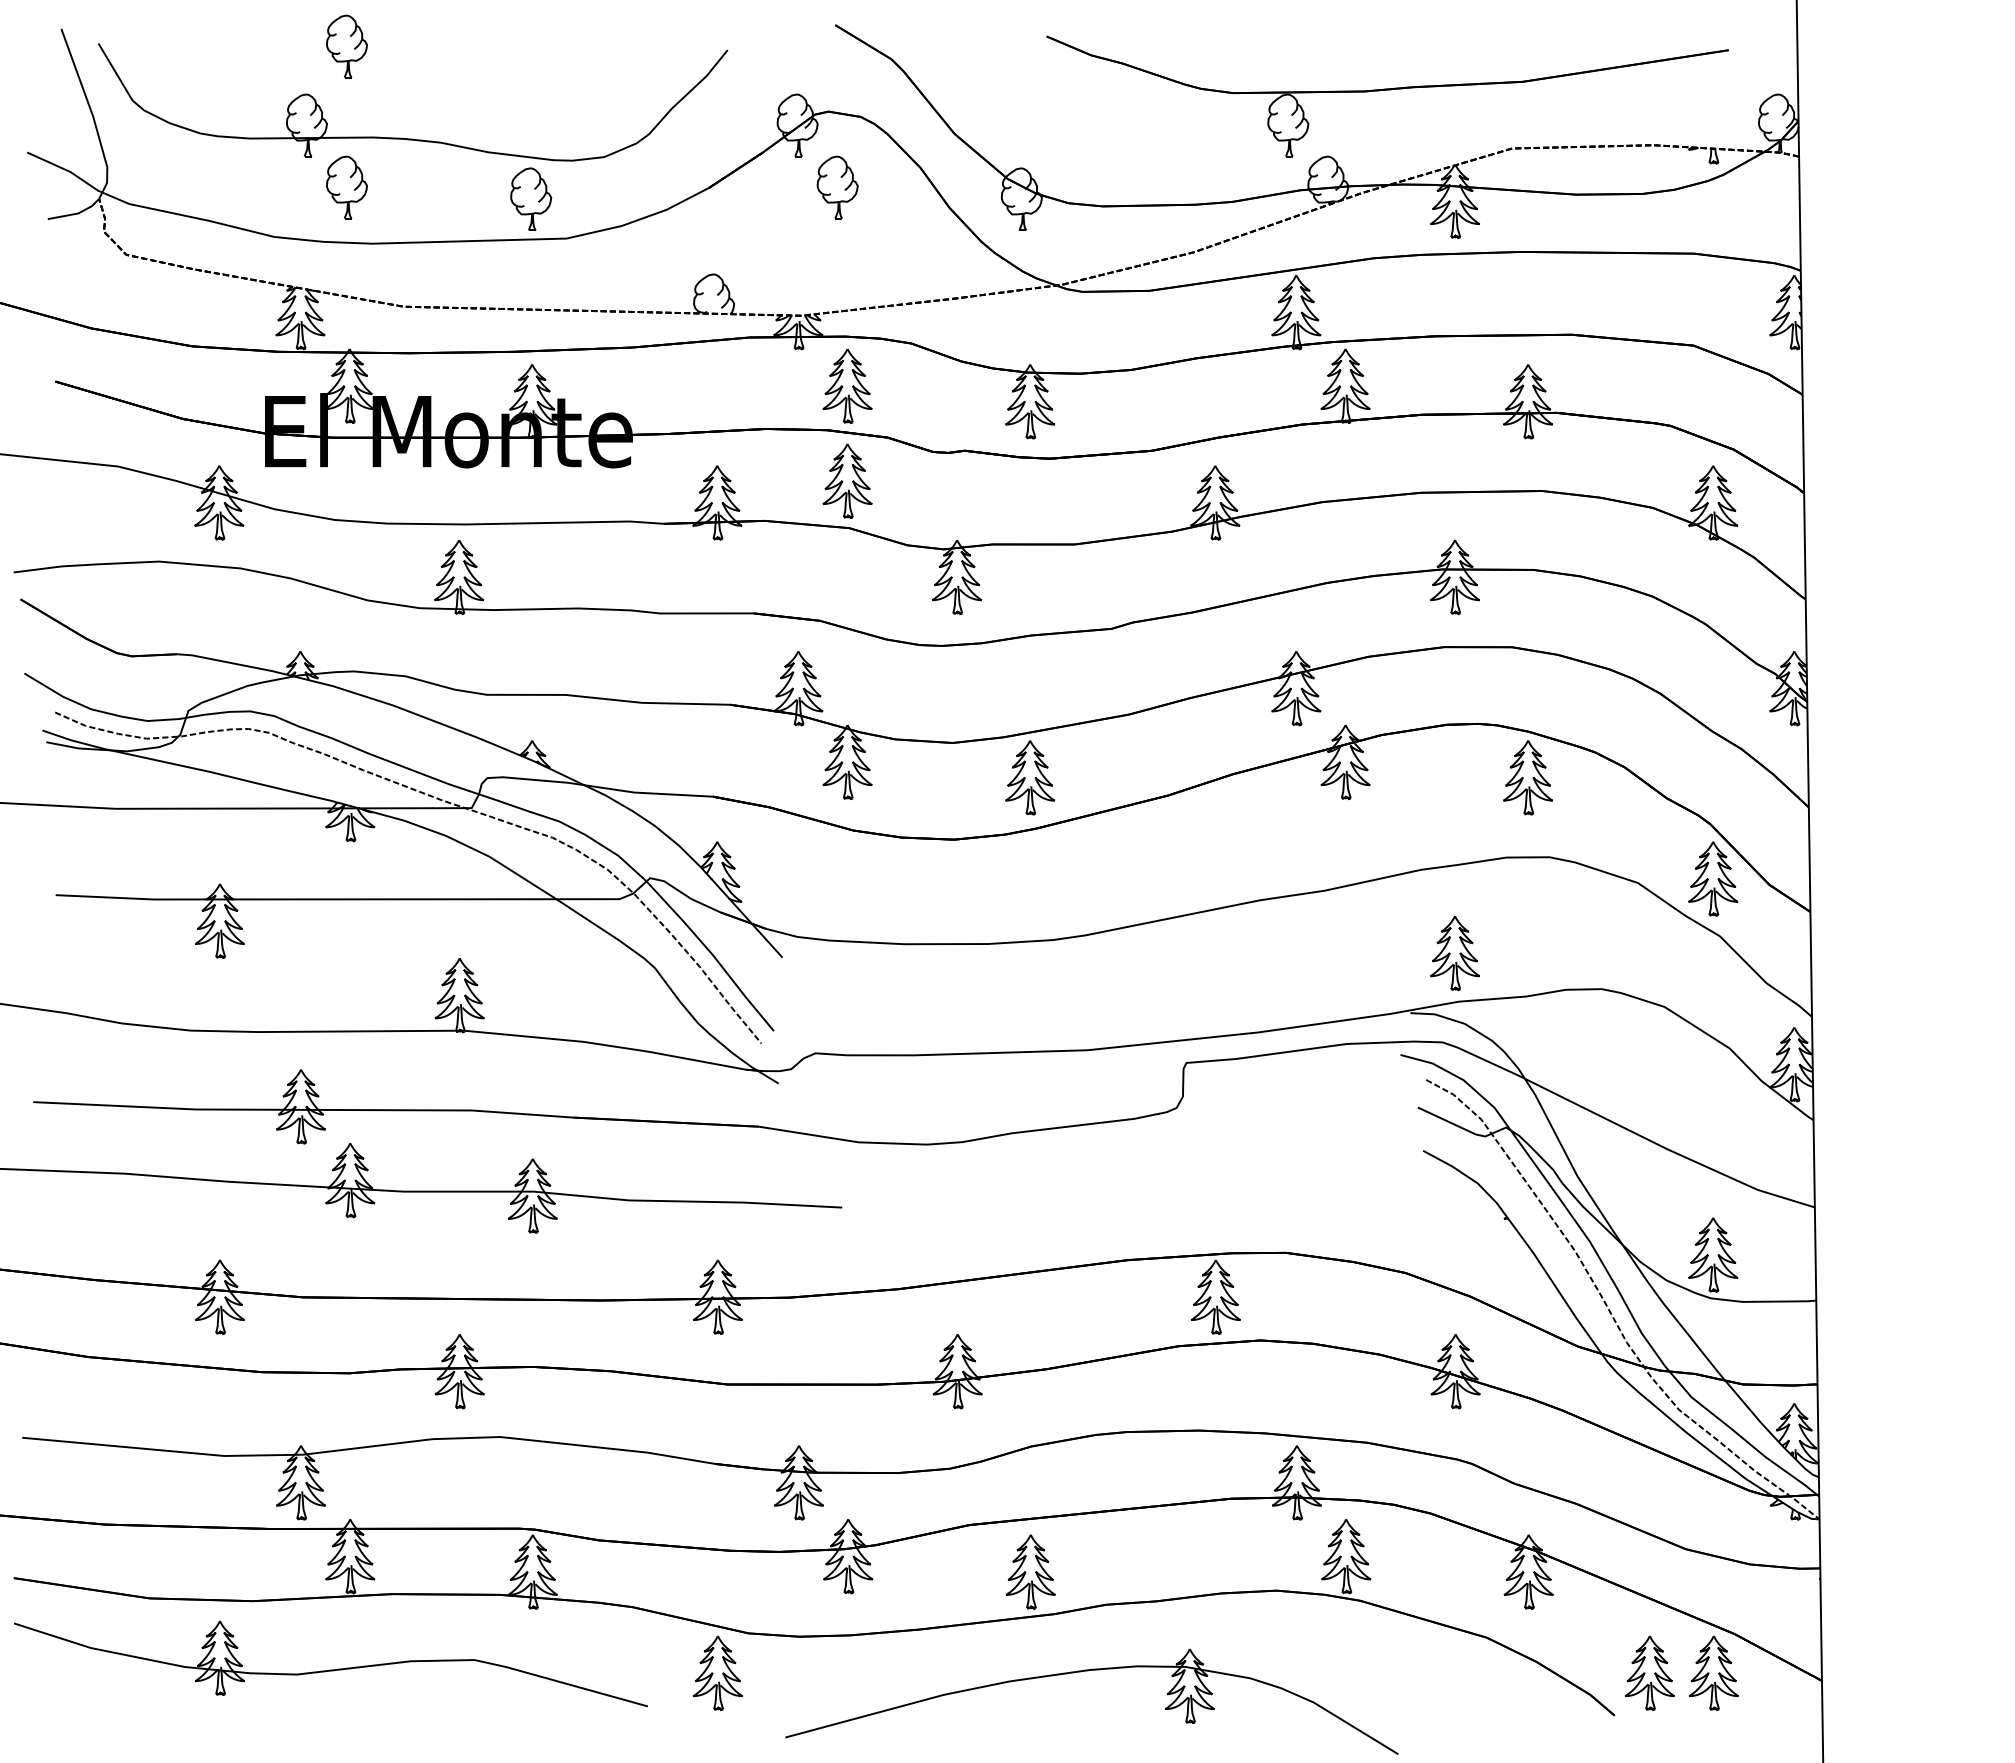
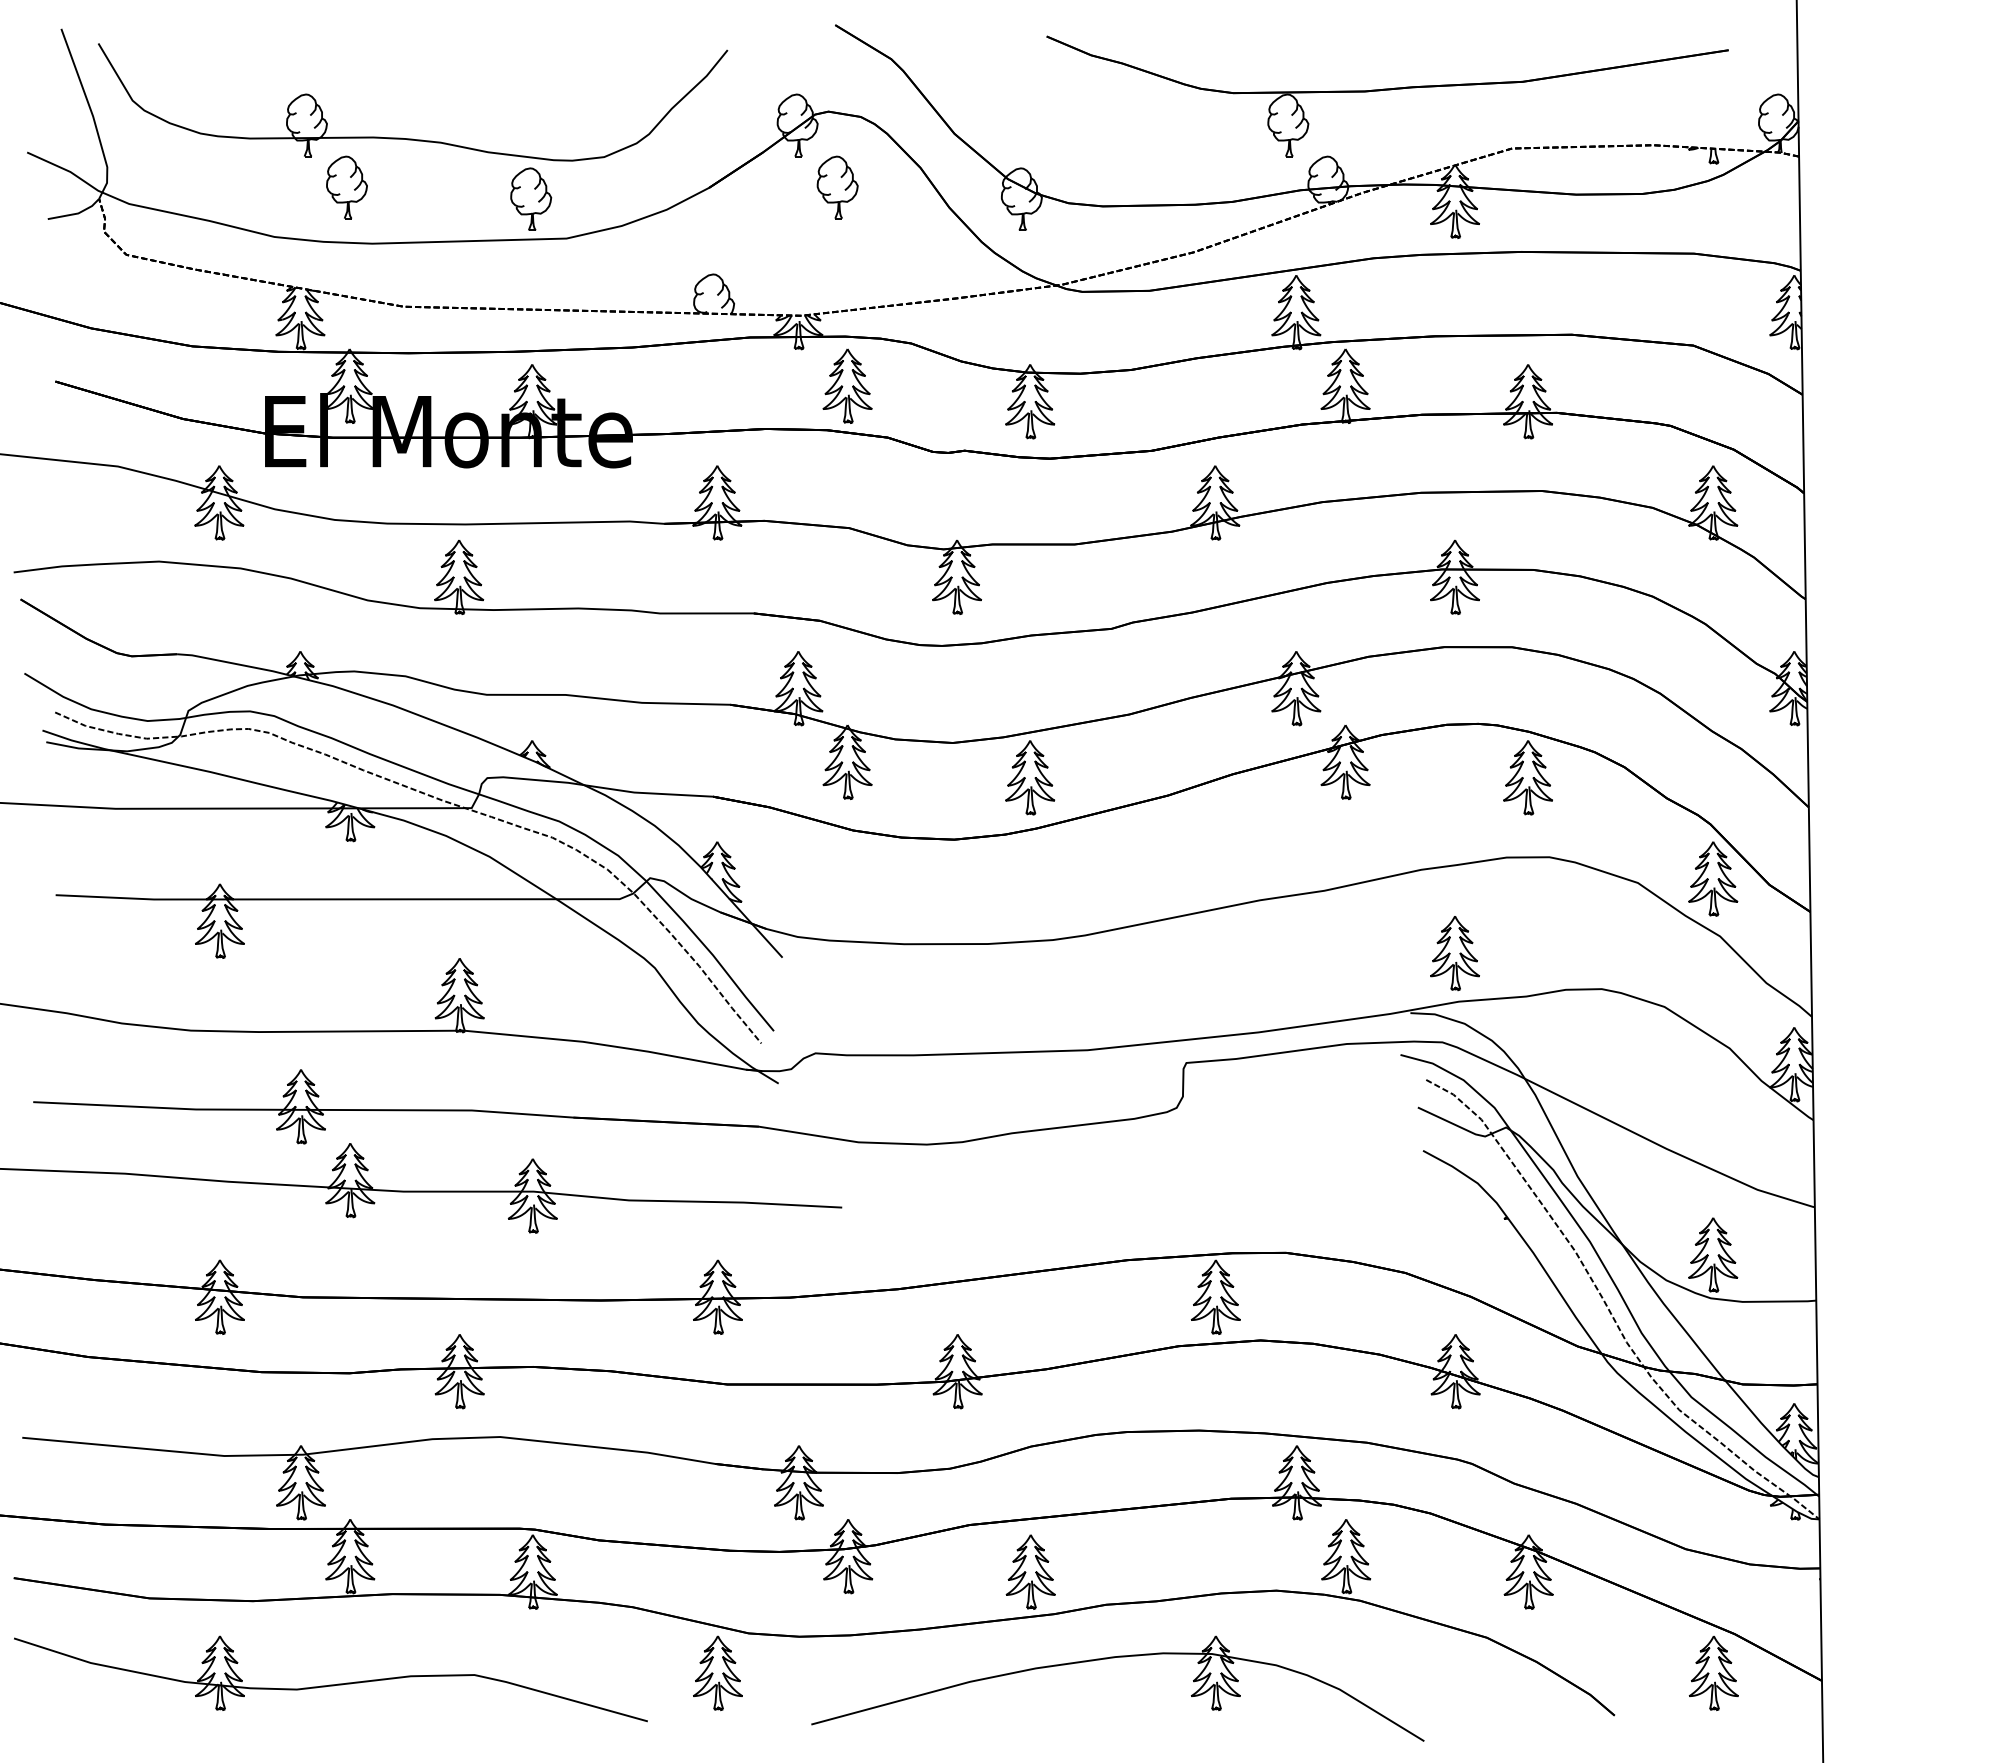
part at (346, 46): present -> none
part at (847, 480): present -> none
part at (330, 1663) position: (330, 1663) -> (330, 1678)
part at (1088, 1671) position: (1088, 1671) -> (1114, 1658)
part at (1649, 1672): present -> none
